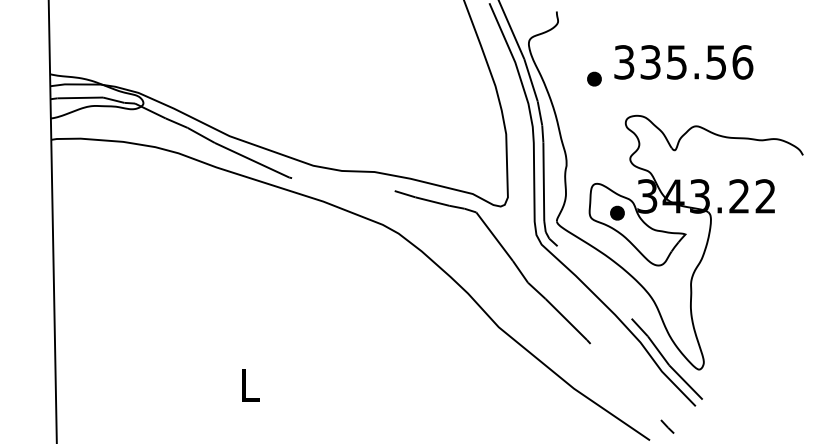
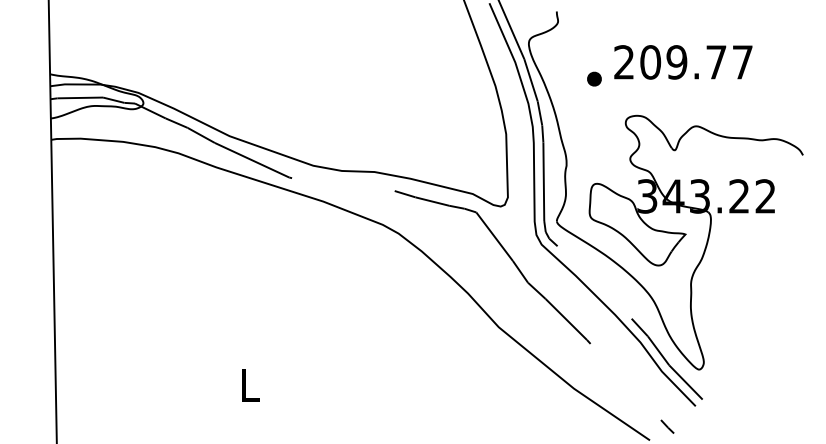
text at (683, 62): 335.56 -> 209.77
part at (617, 212): present -> none
